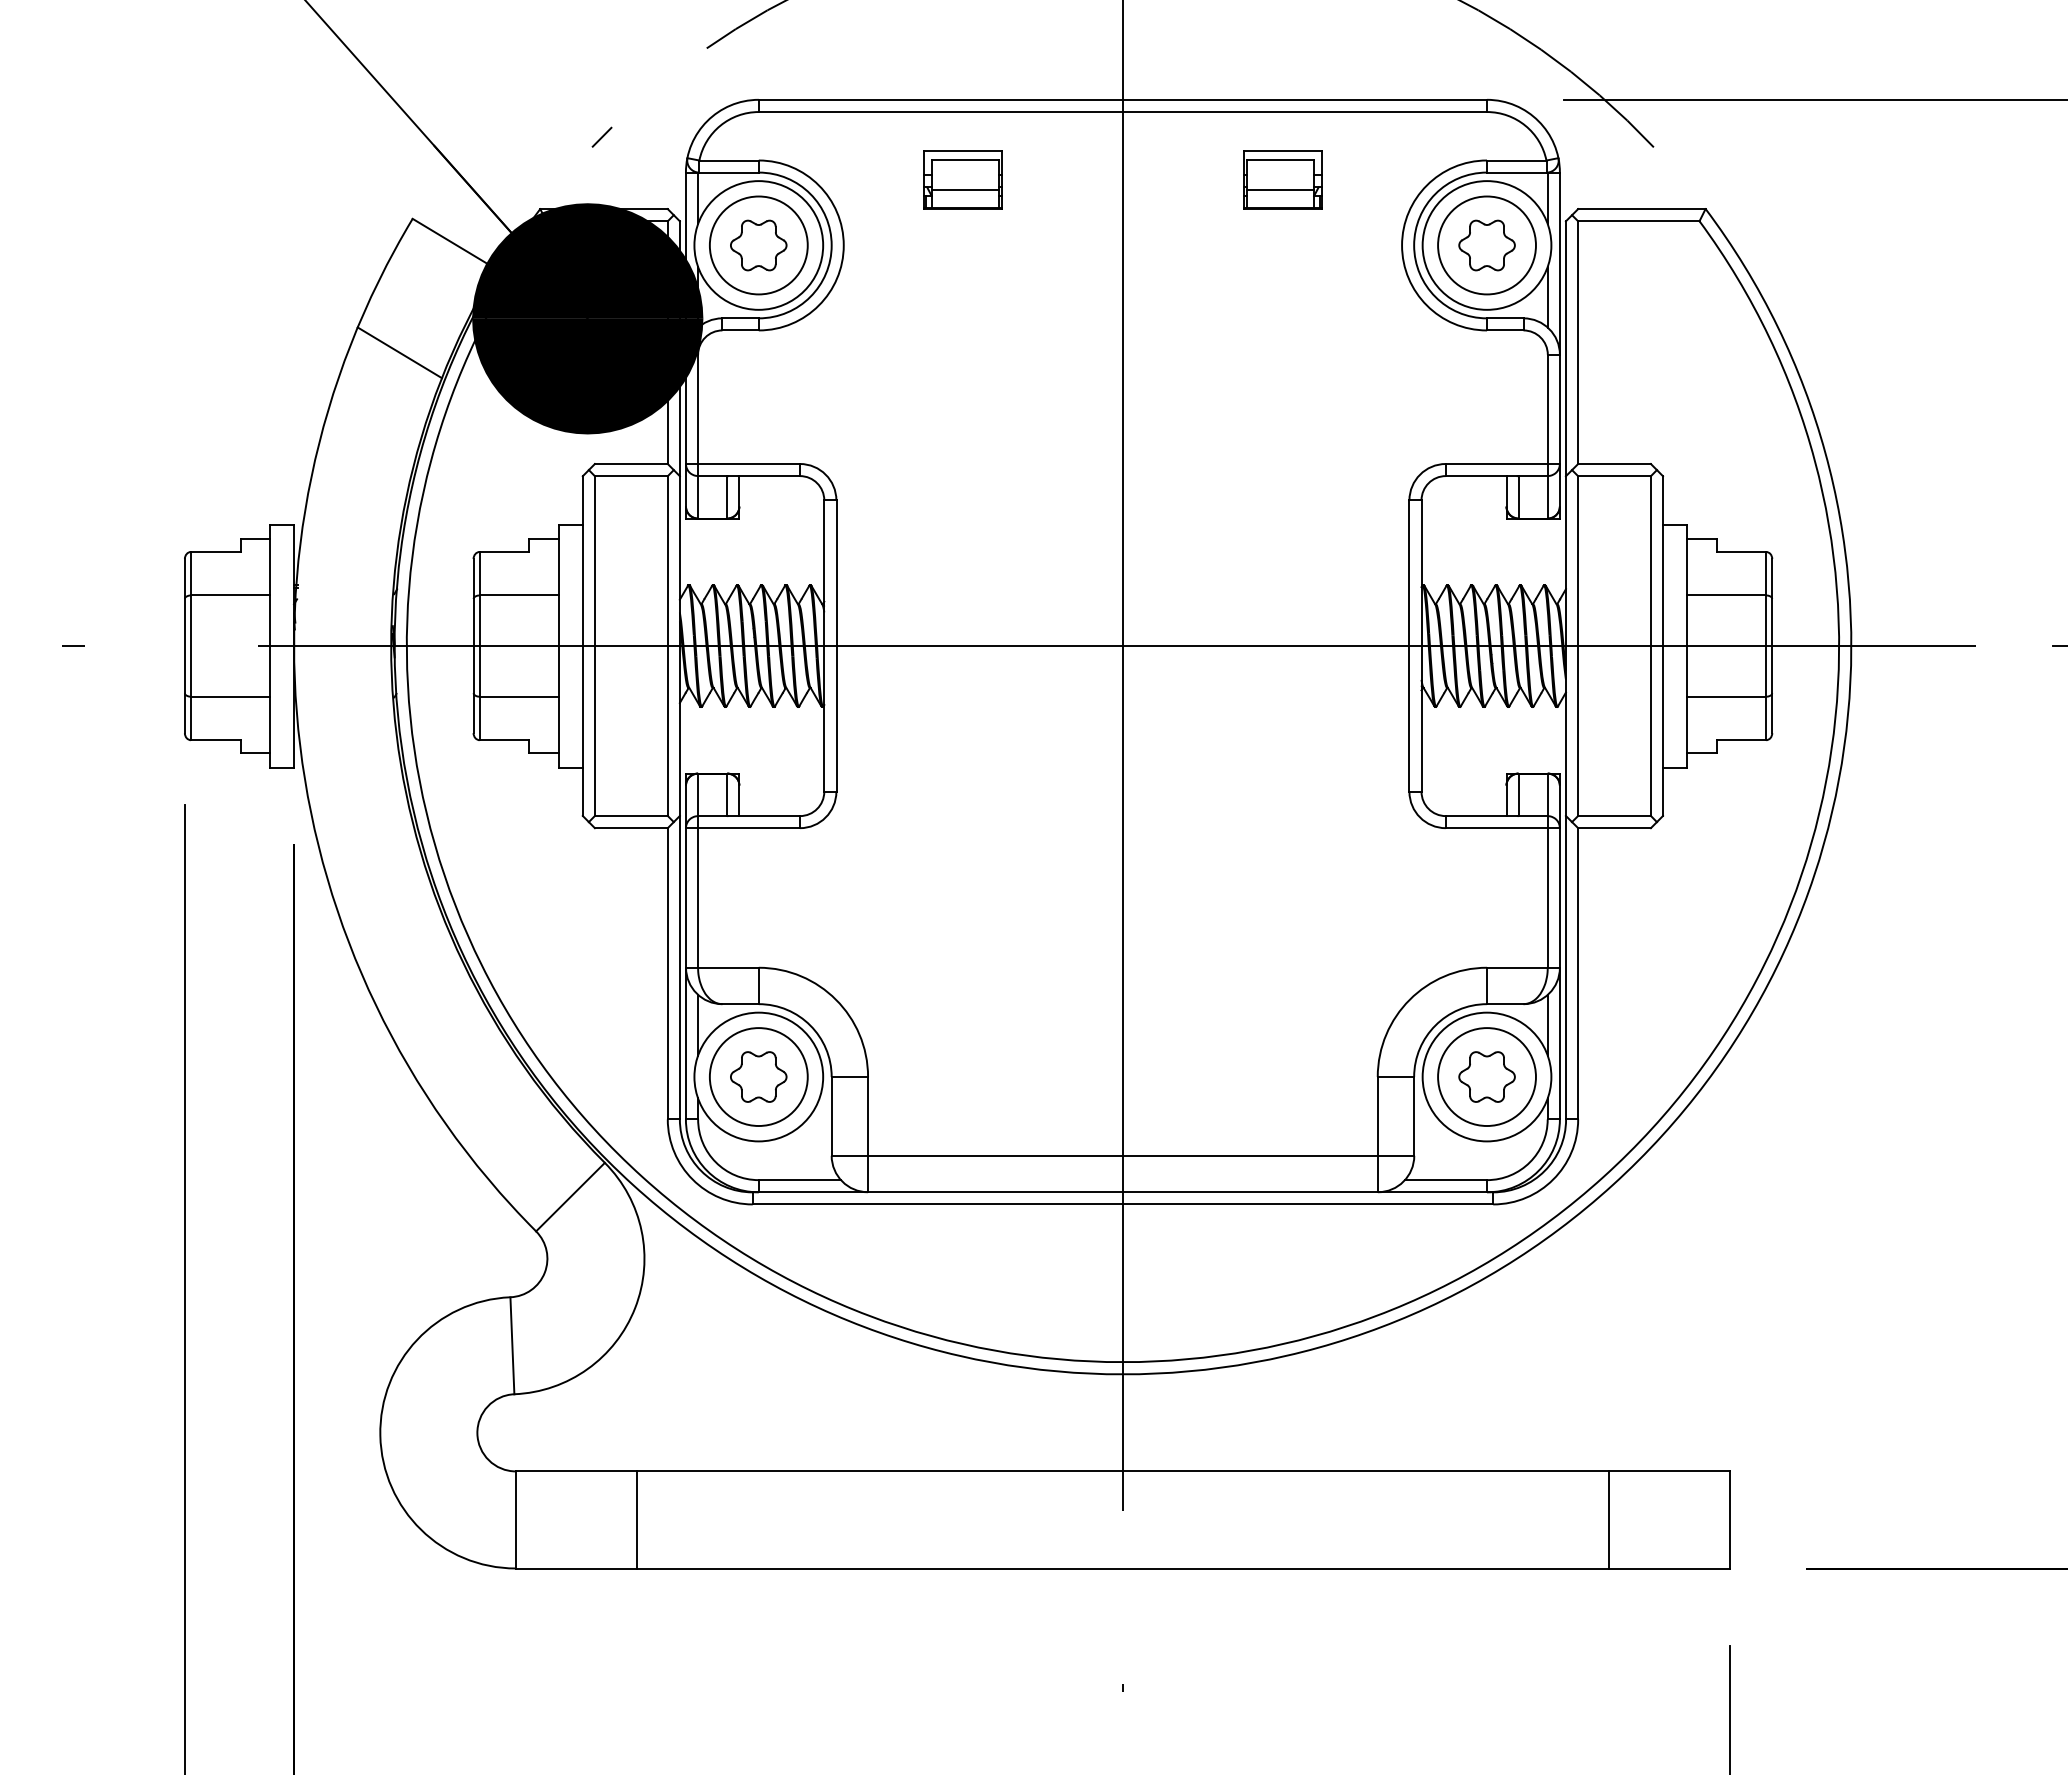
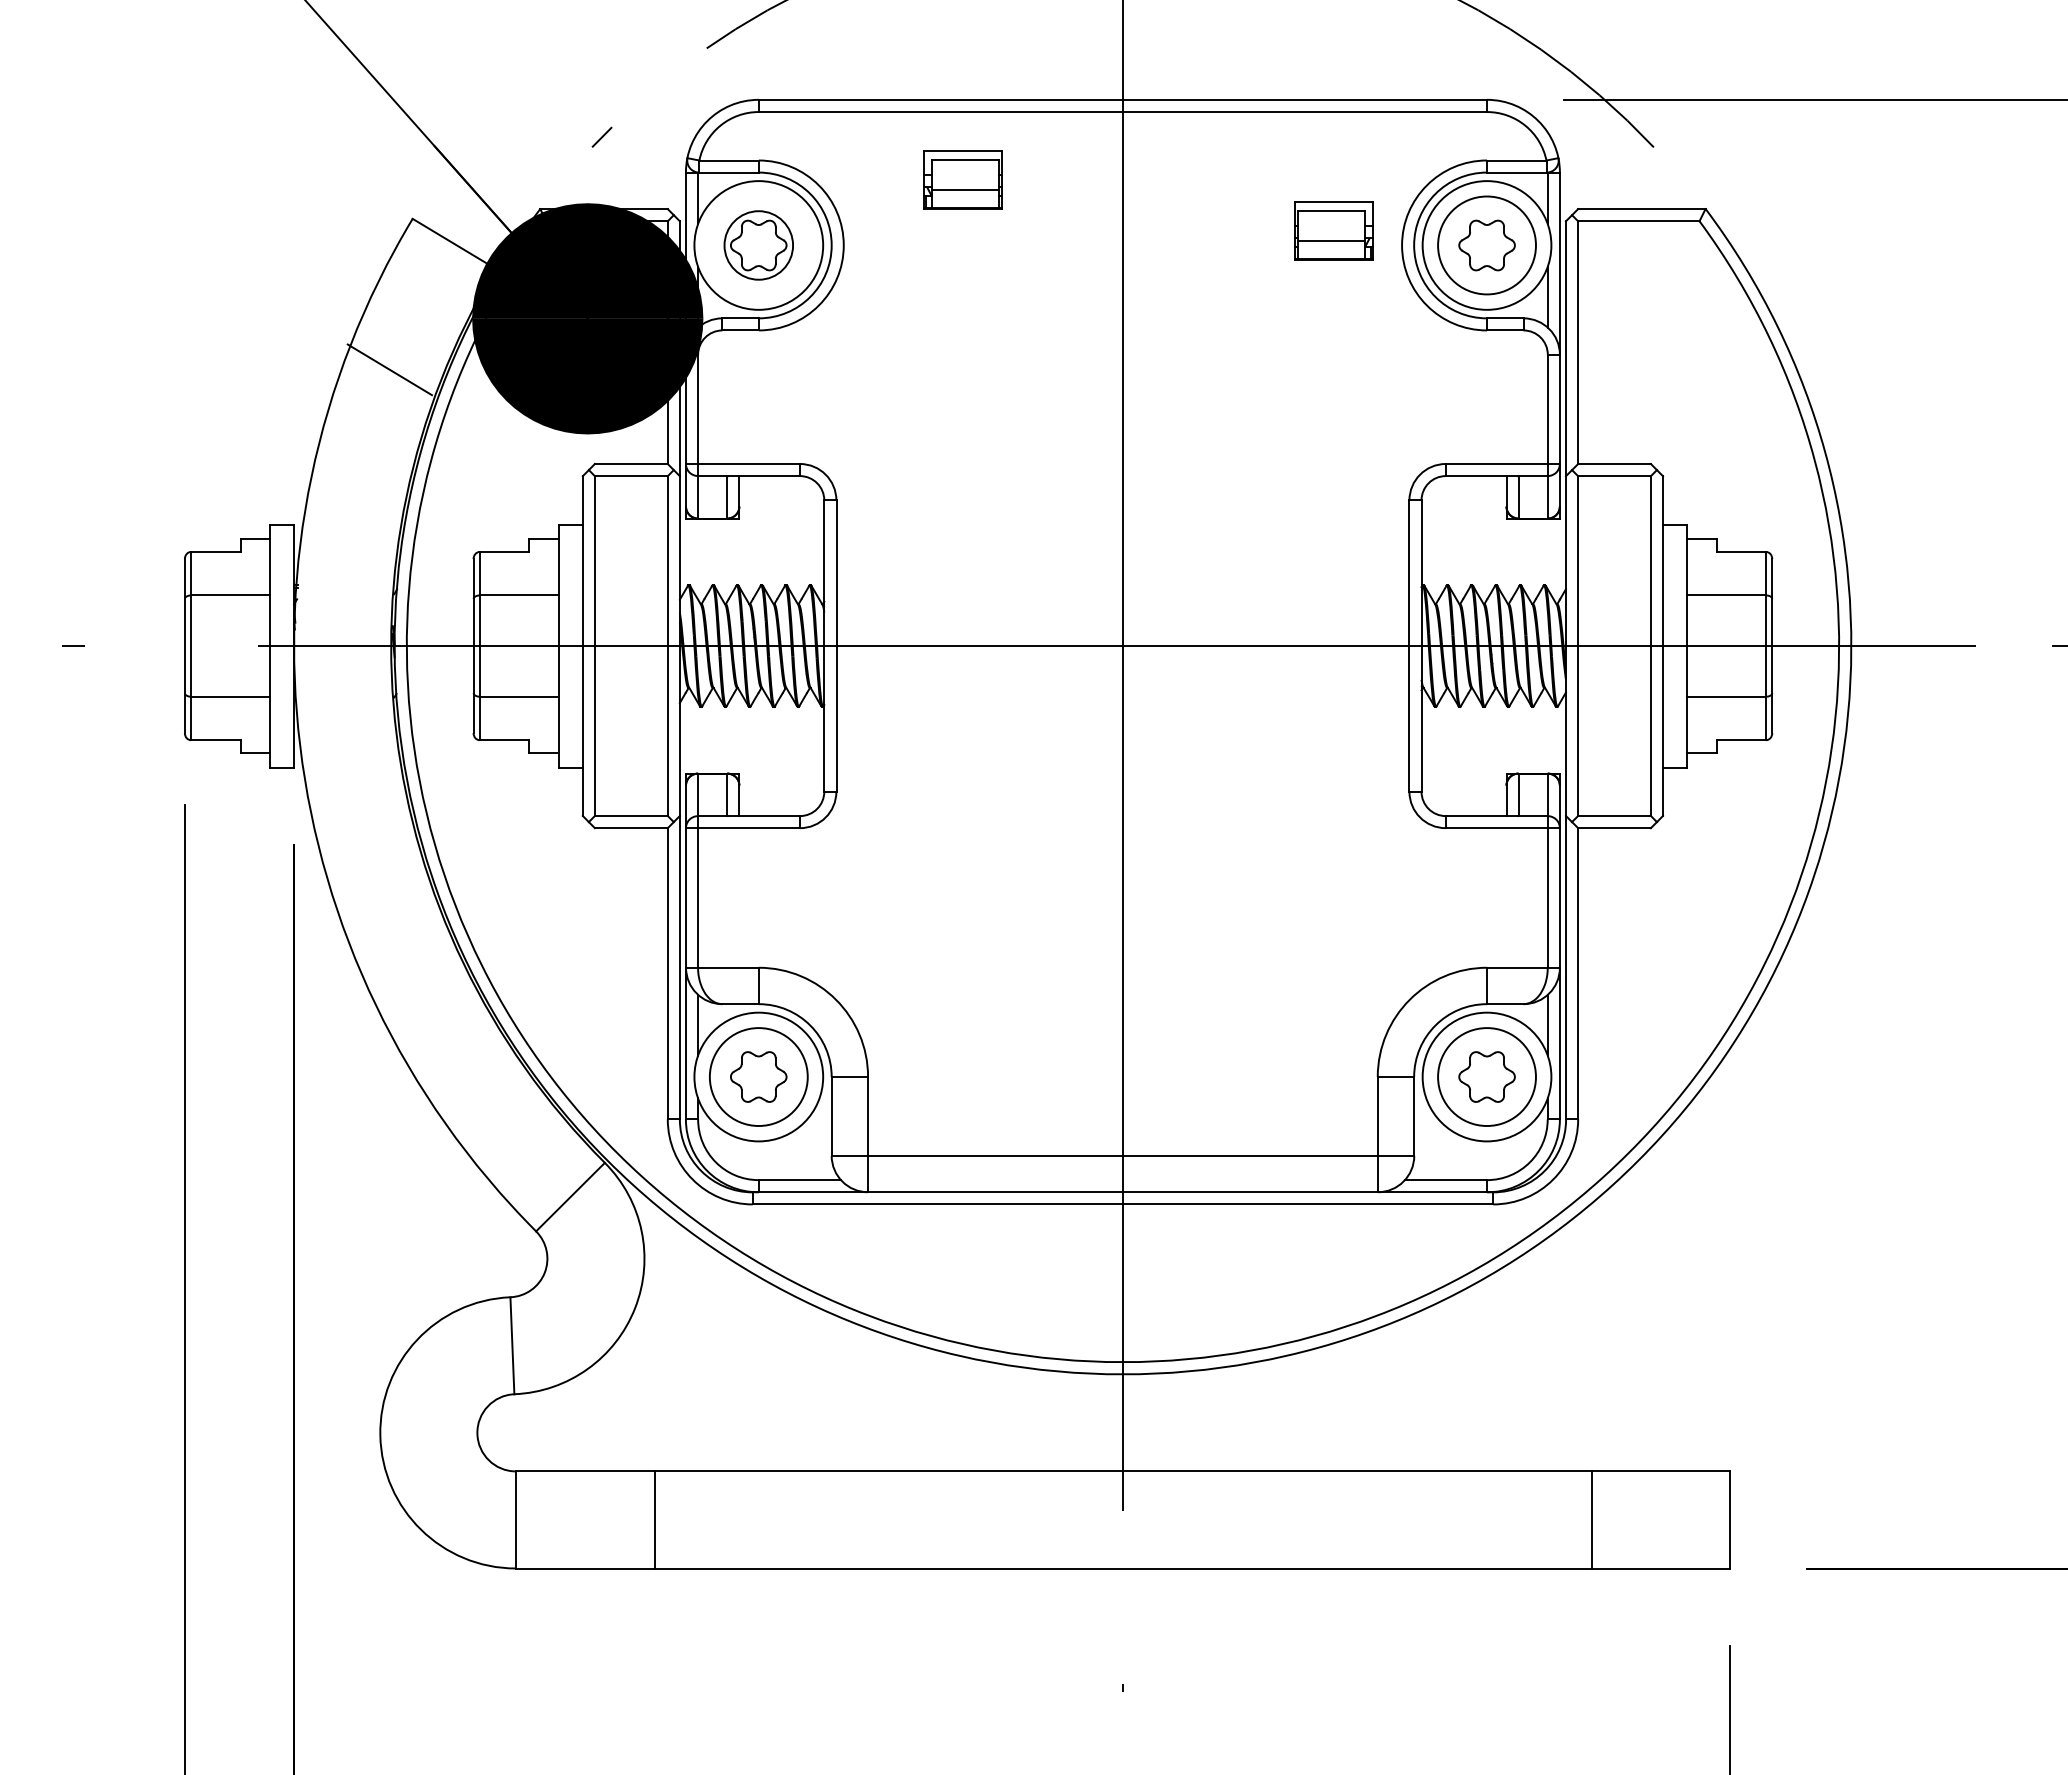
part at (1282, 179) position: (1282, 179) -> (1333, 230)
circle at (758, 245) diameter: 98 px -> 69 px
line at (399, 352) position: (399, 352) -> (389, 369)
line at (637, 1519) position: (637, 1519) -> (655, 1519)
line at (1608, 1519) position: (1608, 1519) -> (1591, 1519)
